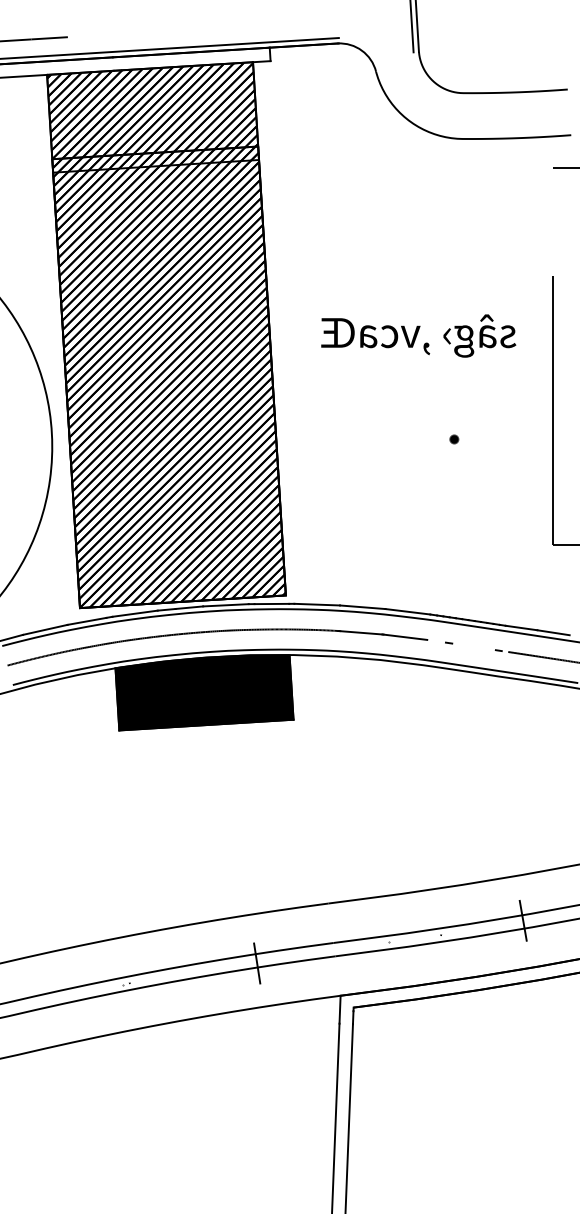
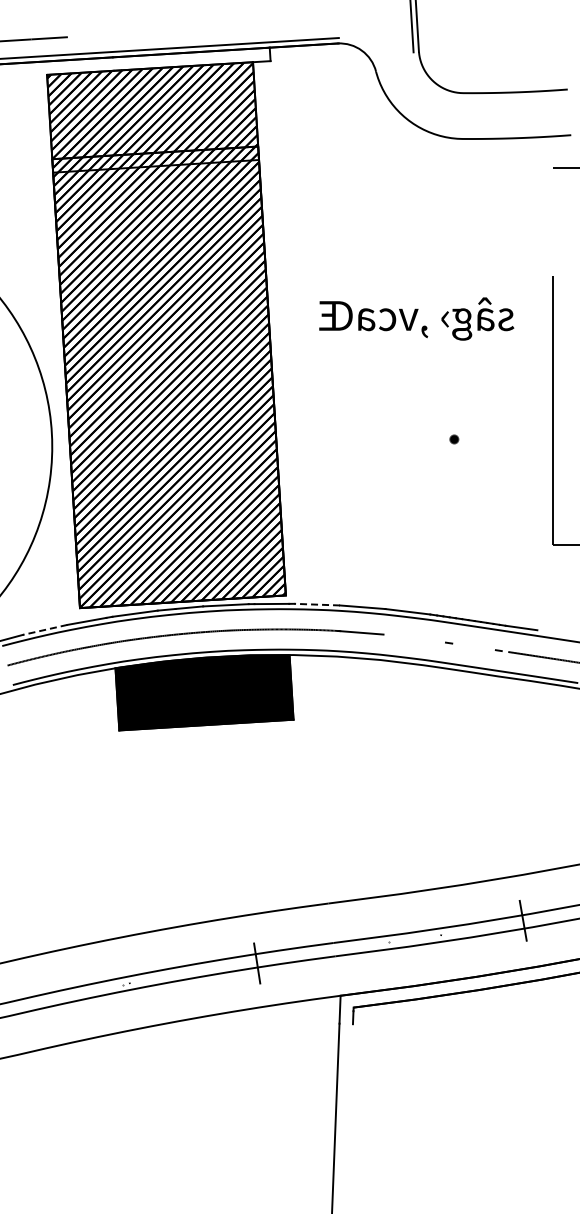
line at (24, 75): present -> none
text at (418, 335) position: (418, 335) -> (416, 318)
line at (317, 604): solid -> dashed
line at (45, 629): solid -> dashed
line at (553, 632): present -> none
line at (404, 636): present -> none
line at (348, 1117): present -> none
